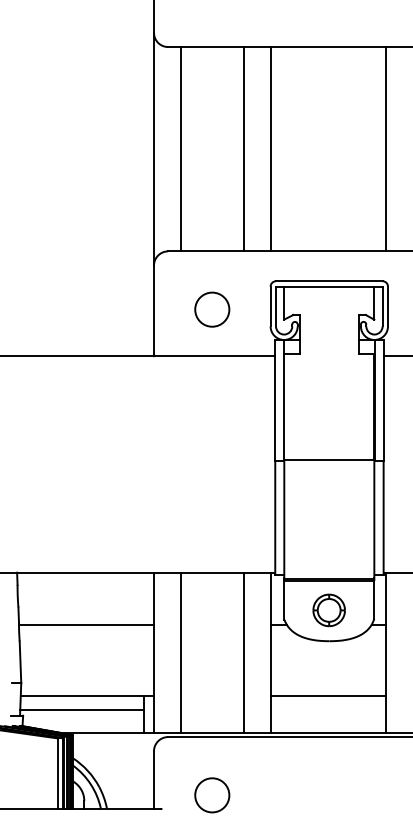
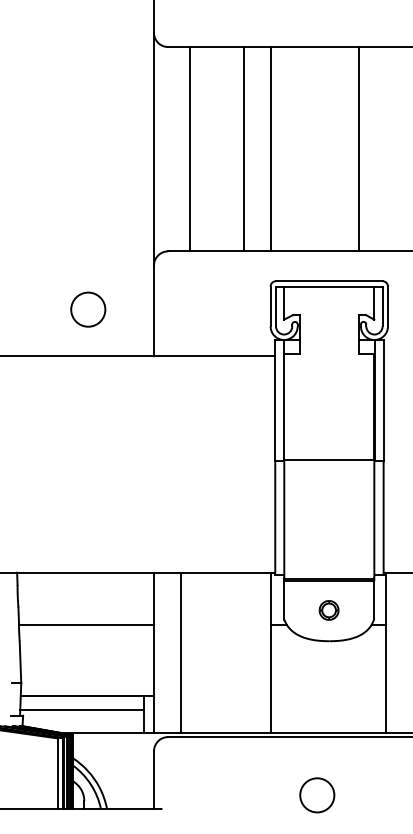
line at (181, 149) position: (181, 149) -> (190, 149)
line at (386, 149) position: (386, 149) -> (359, 149)
circle at (212, 309) position: (212, 309) -> (88, 309)
line at (396, 356): present -> none
part at (328, 610) size: 34x35 px -> 22x21 px
line at (244, 652): present -> none
line at (328, 695): present -> none
circle at (212, 795) position: (212, 795) -> (317, 795)
